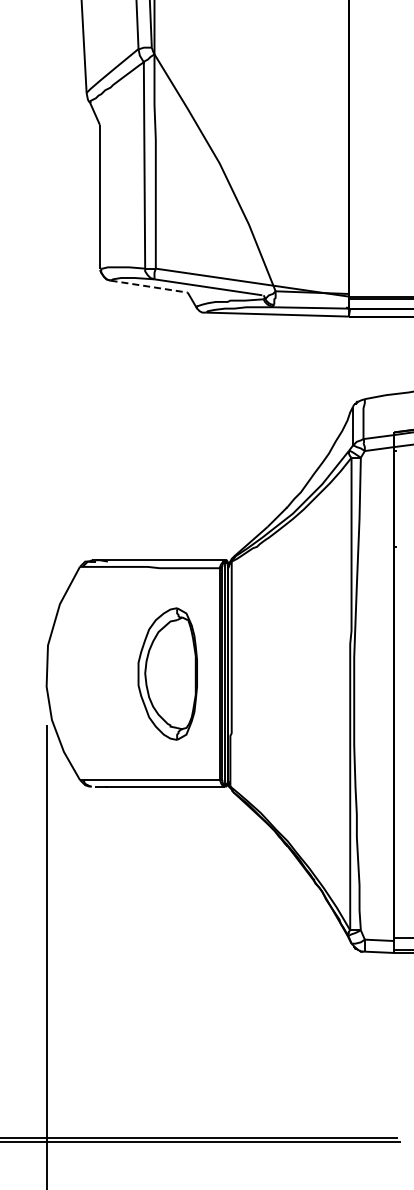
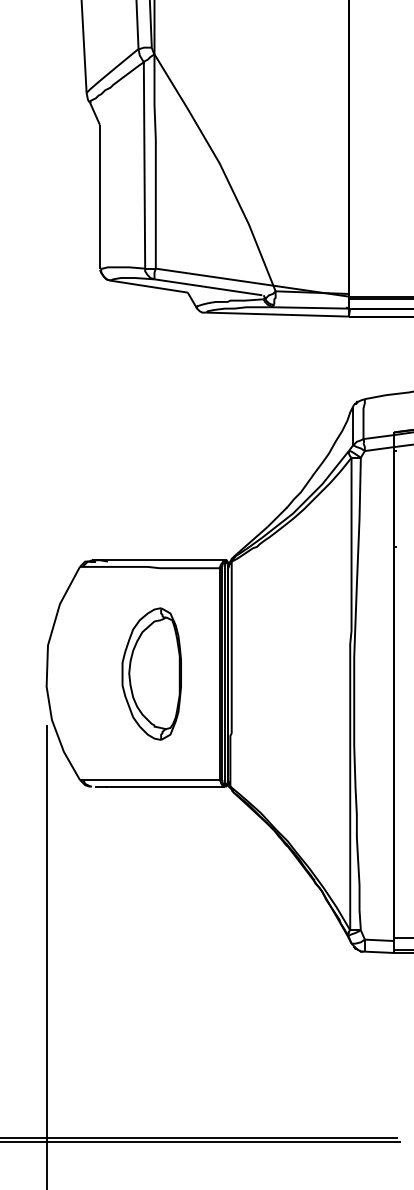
line at (149, 286): dashed -> solid
part at (167, 673) position: (167, 673) -> (151, 673)
